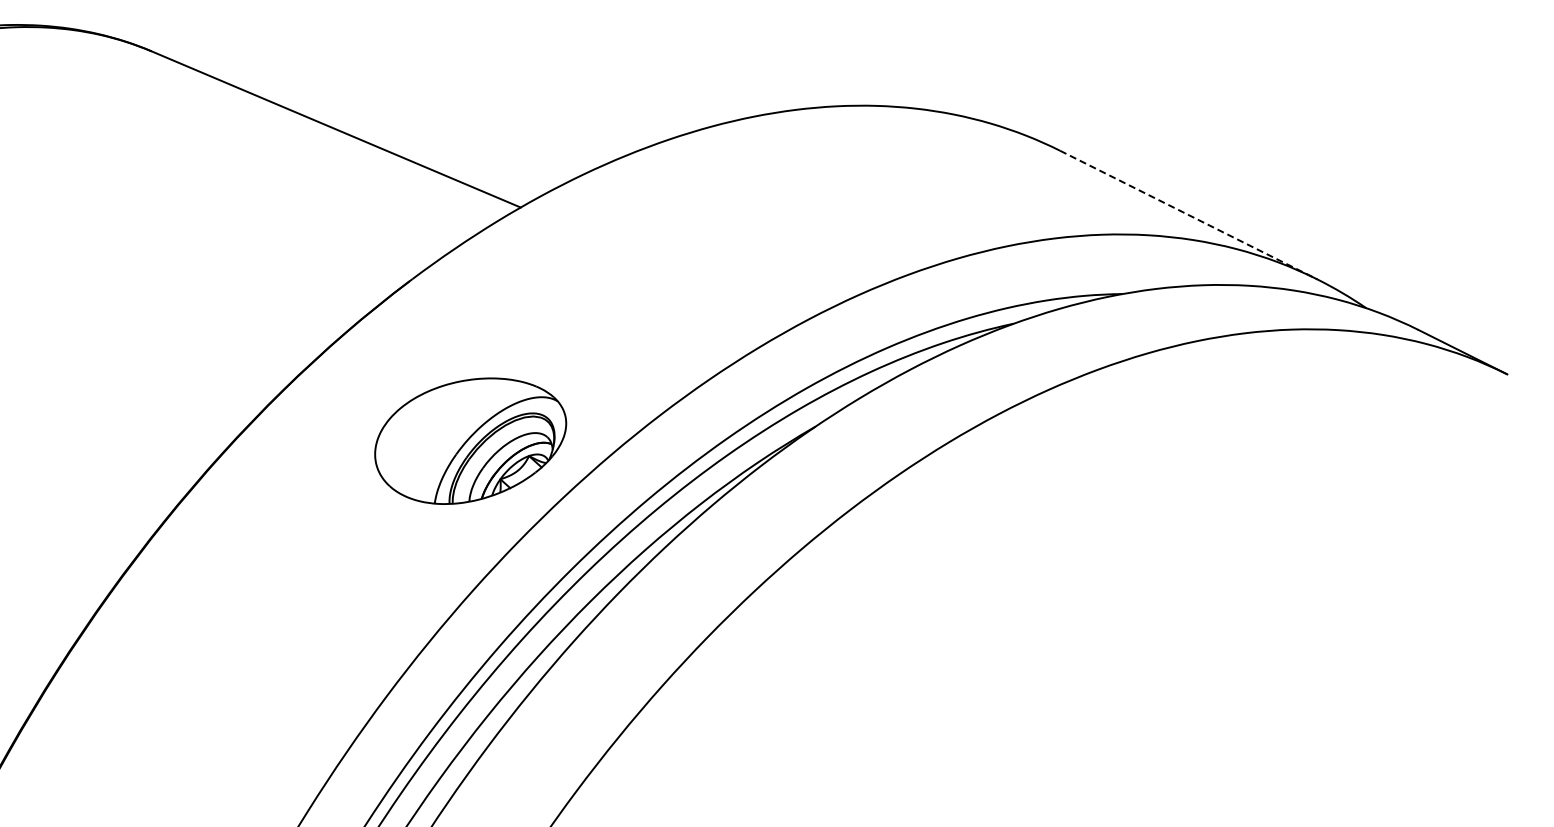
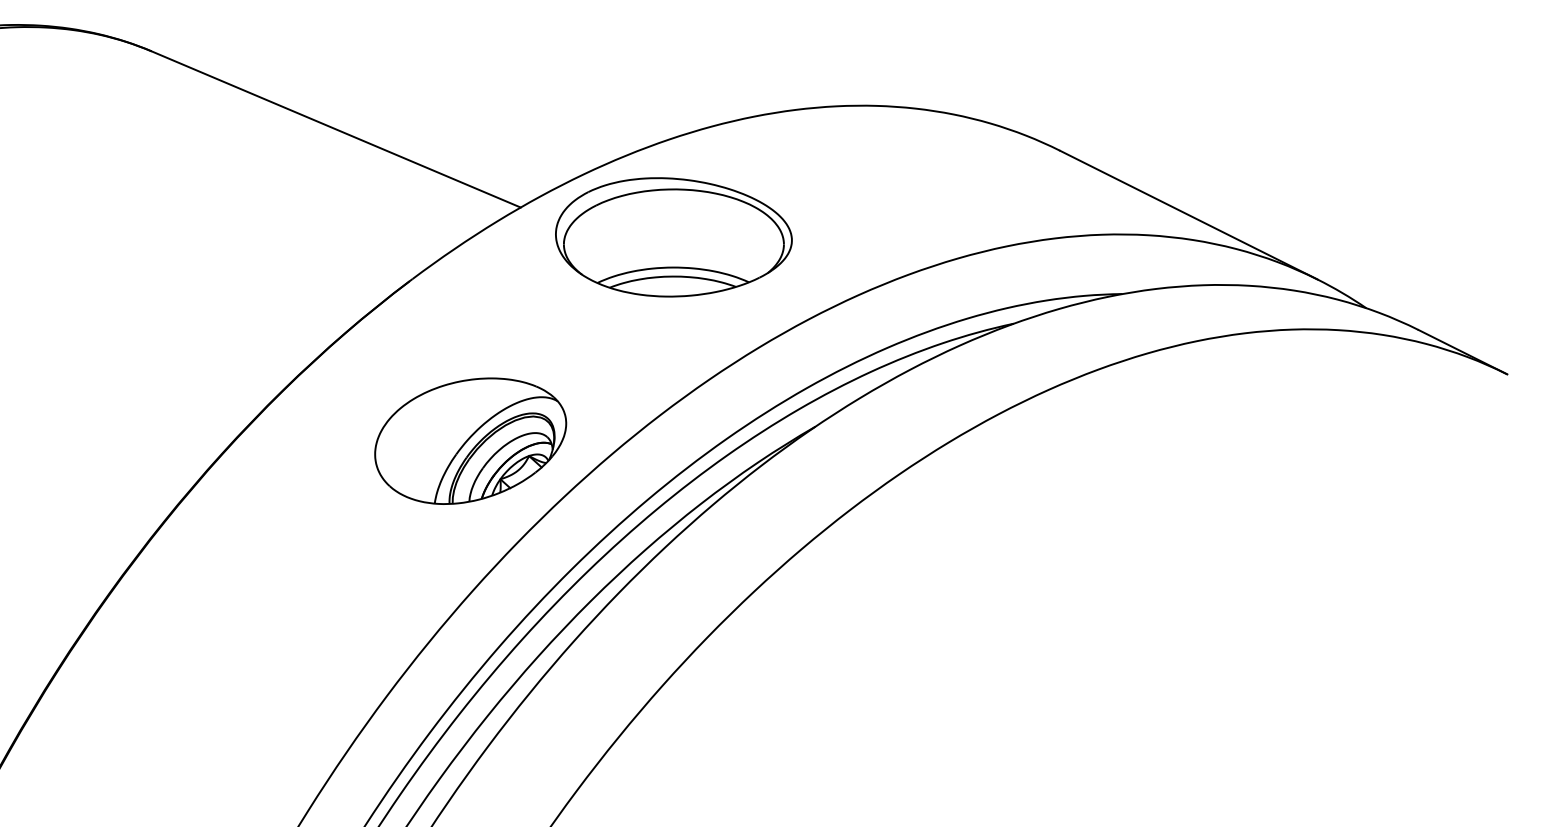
line at (1188, 215): dashed -> solid
part at (673, 237): none -> present
